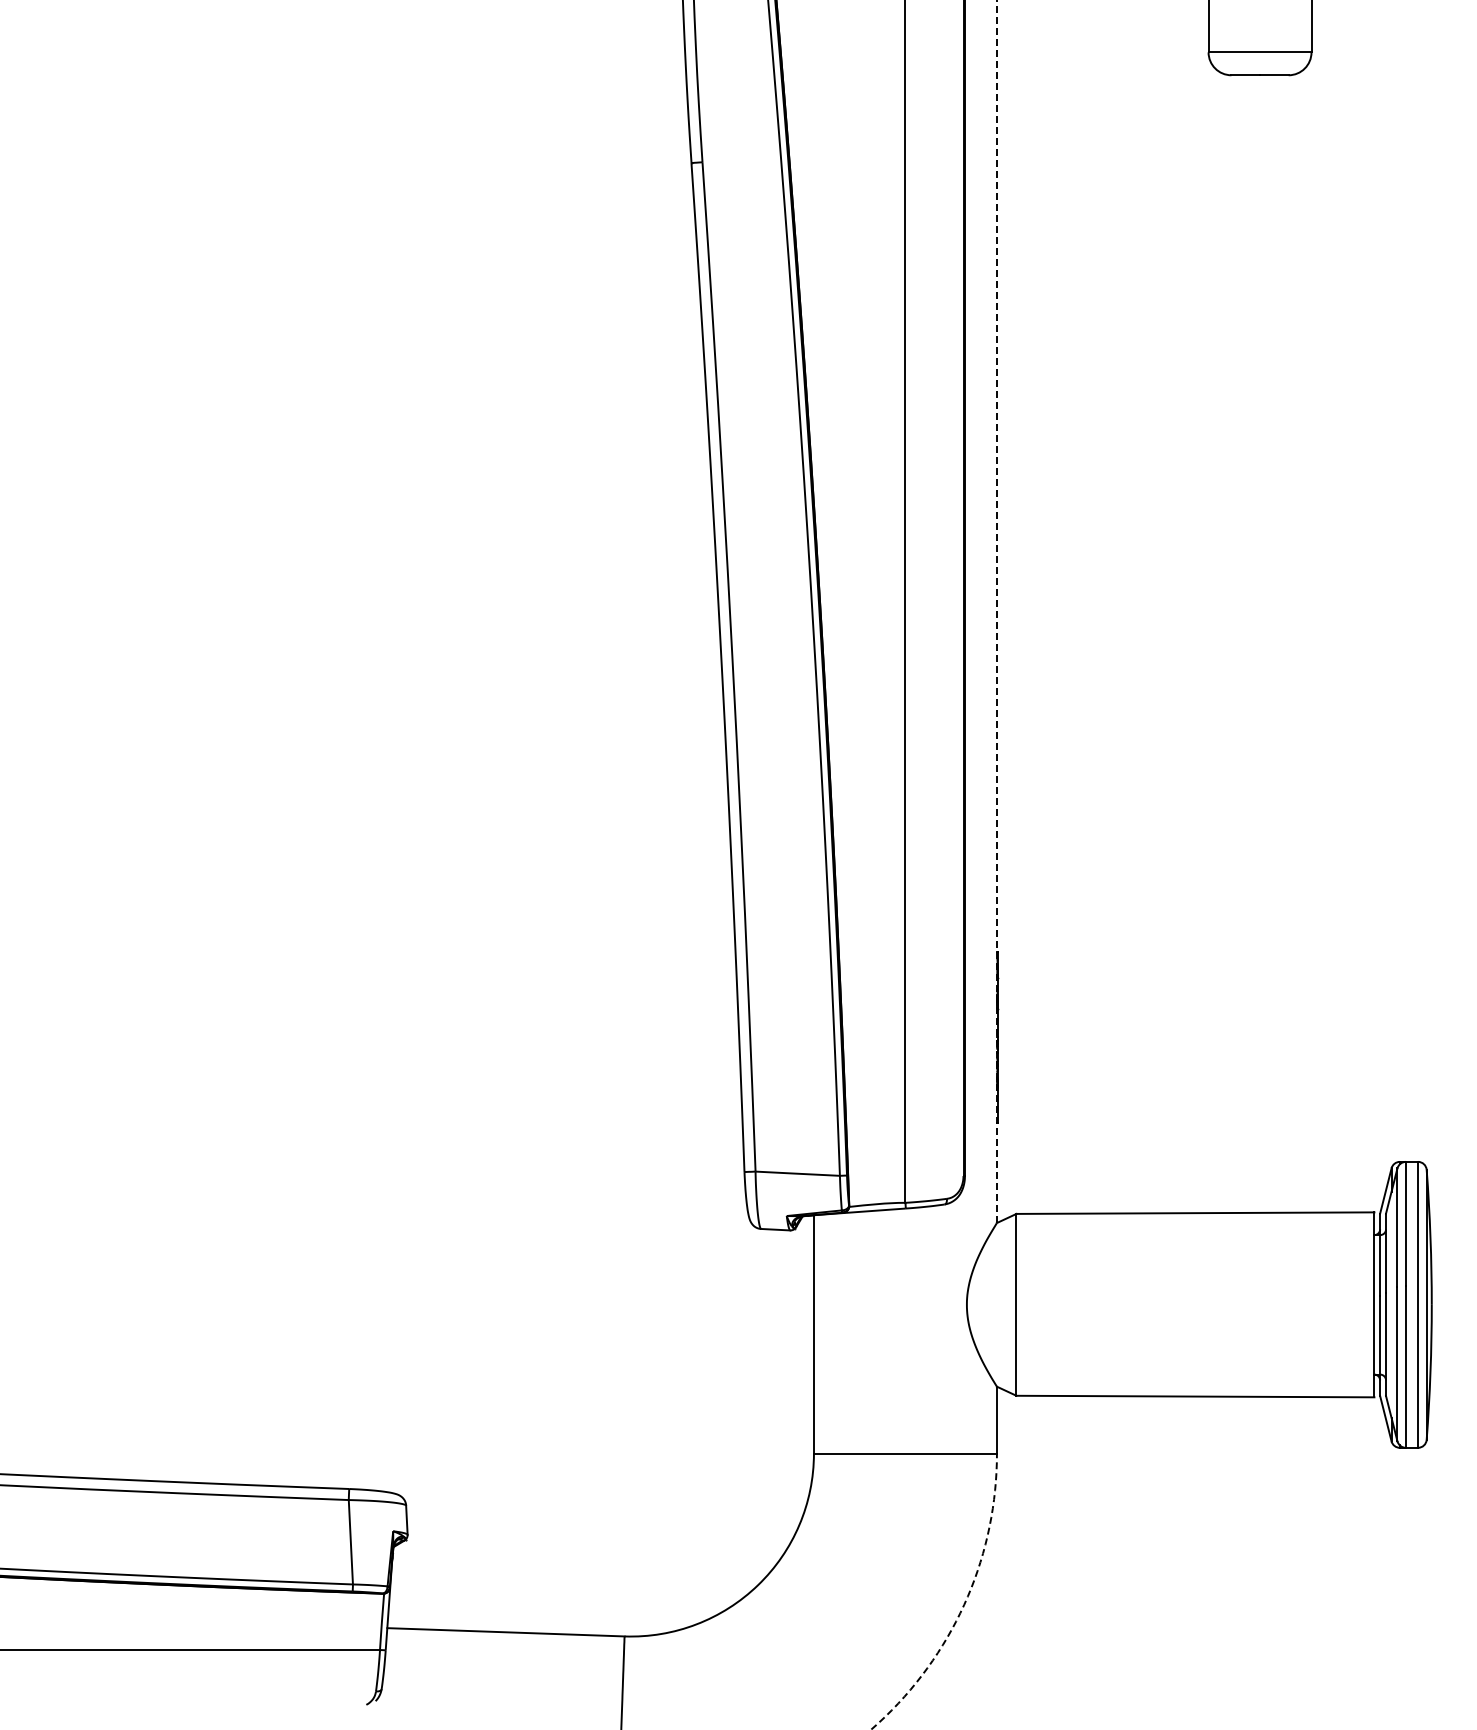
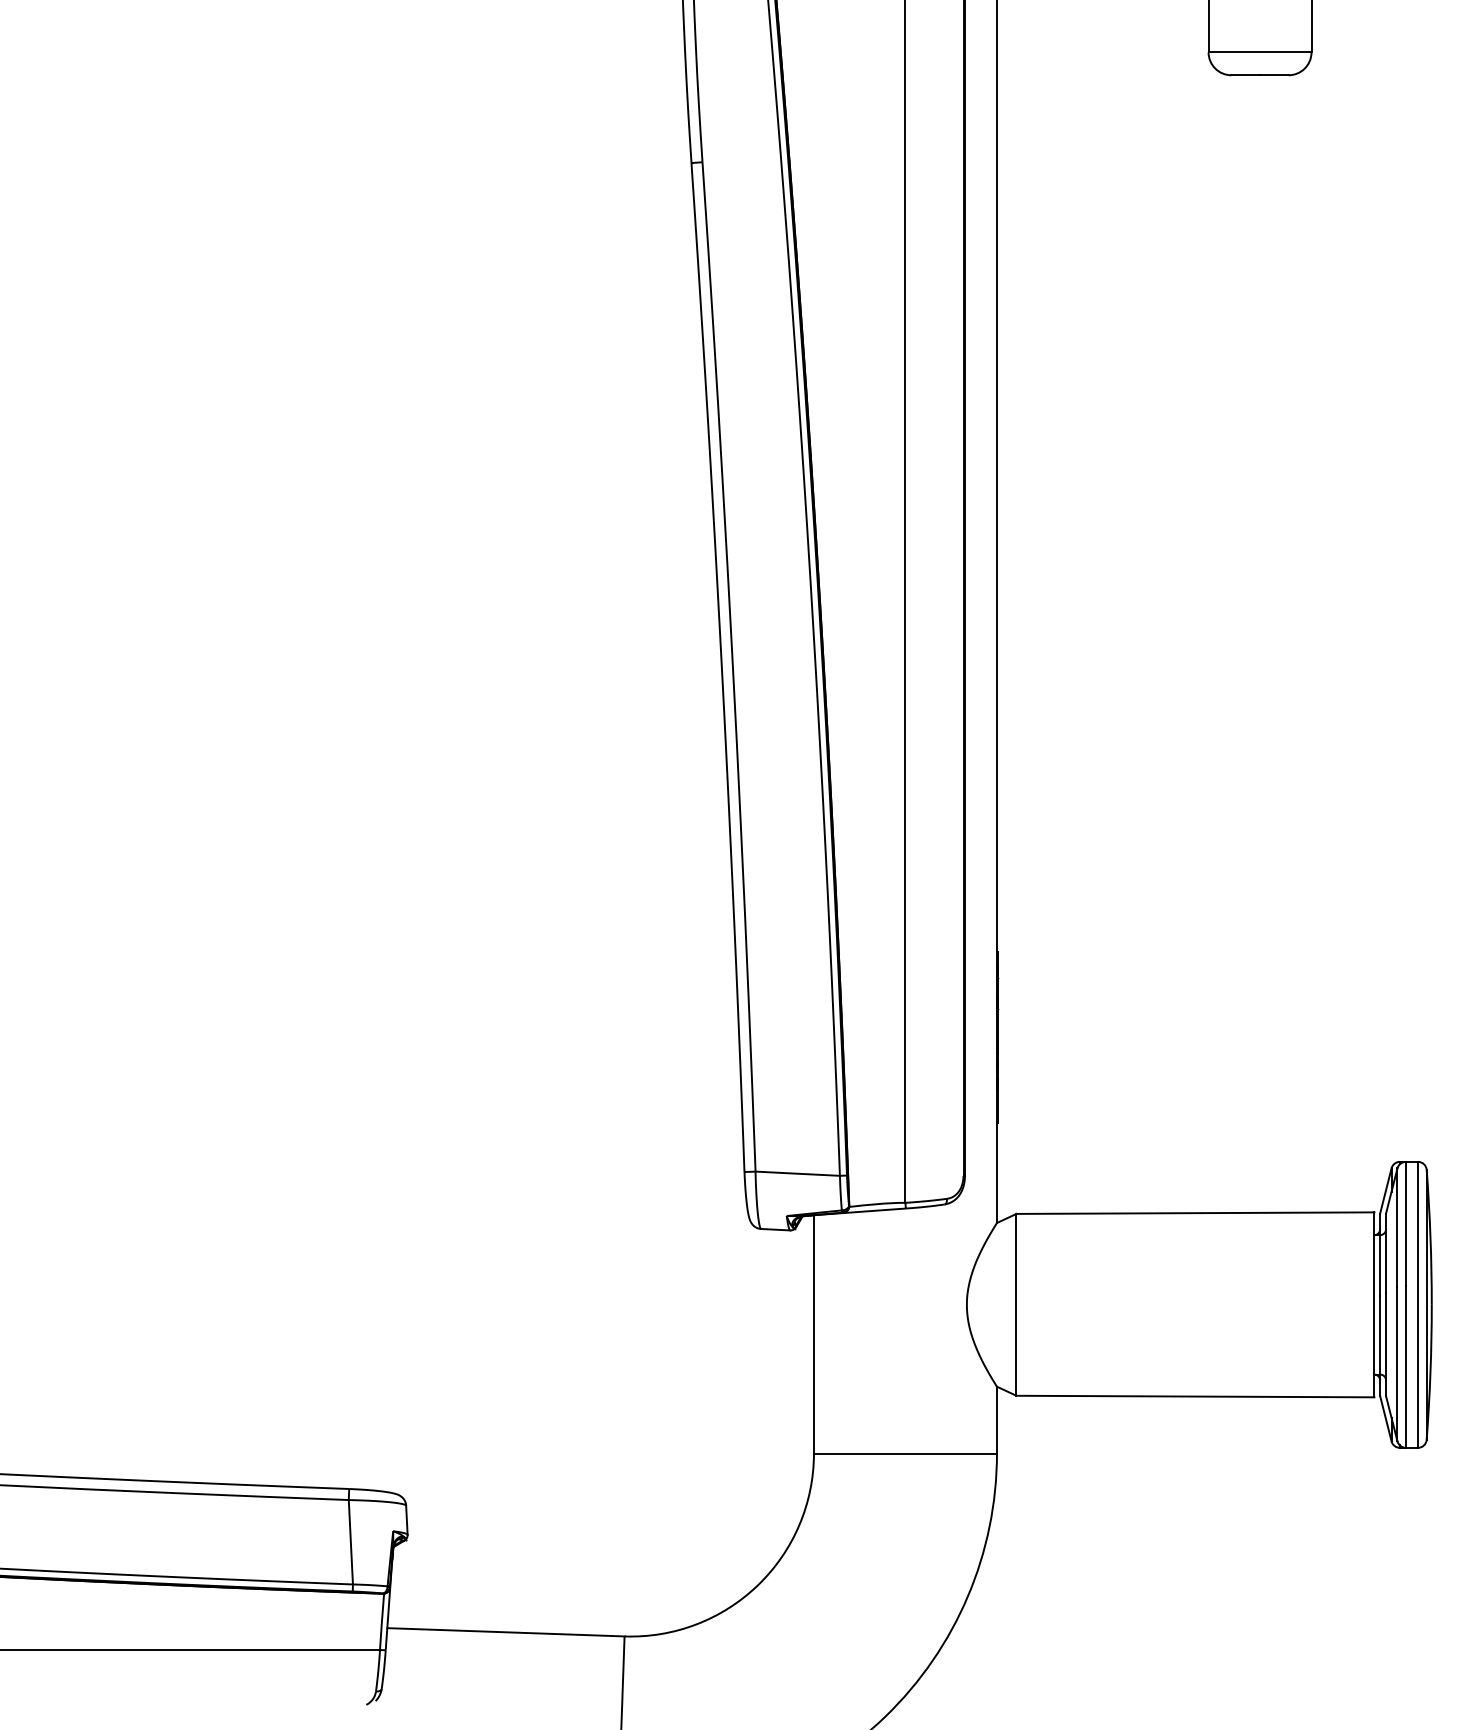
line at (996, 611): dashed -> solid
arc at (963, 1605): dashed -> solid
